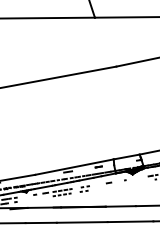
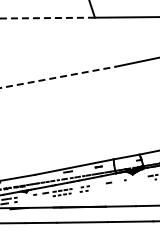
line at (47, 18): solid -> dashed
line at (58, 77): solid -> dashed
